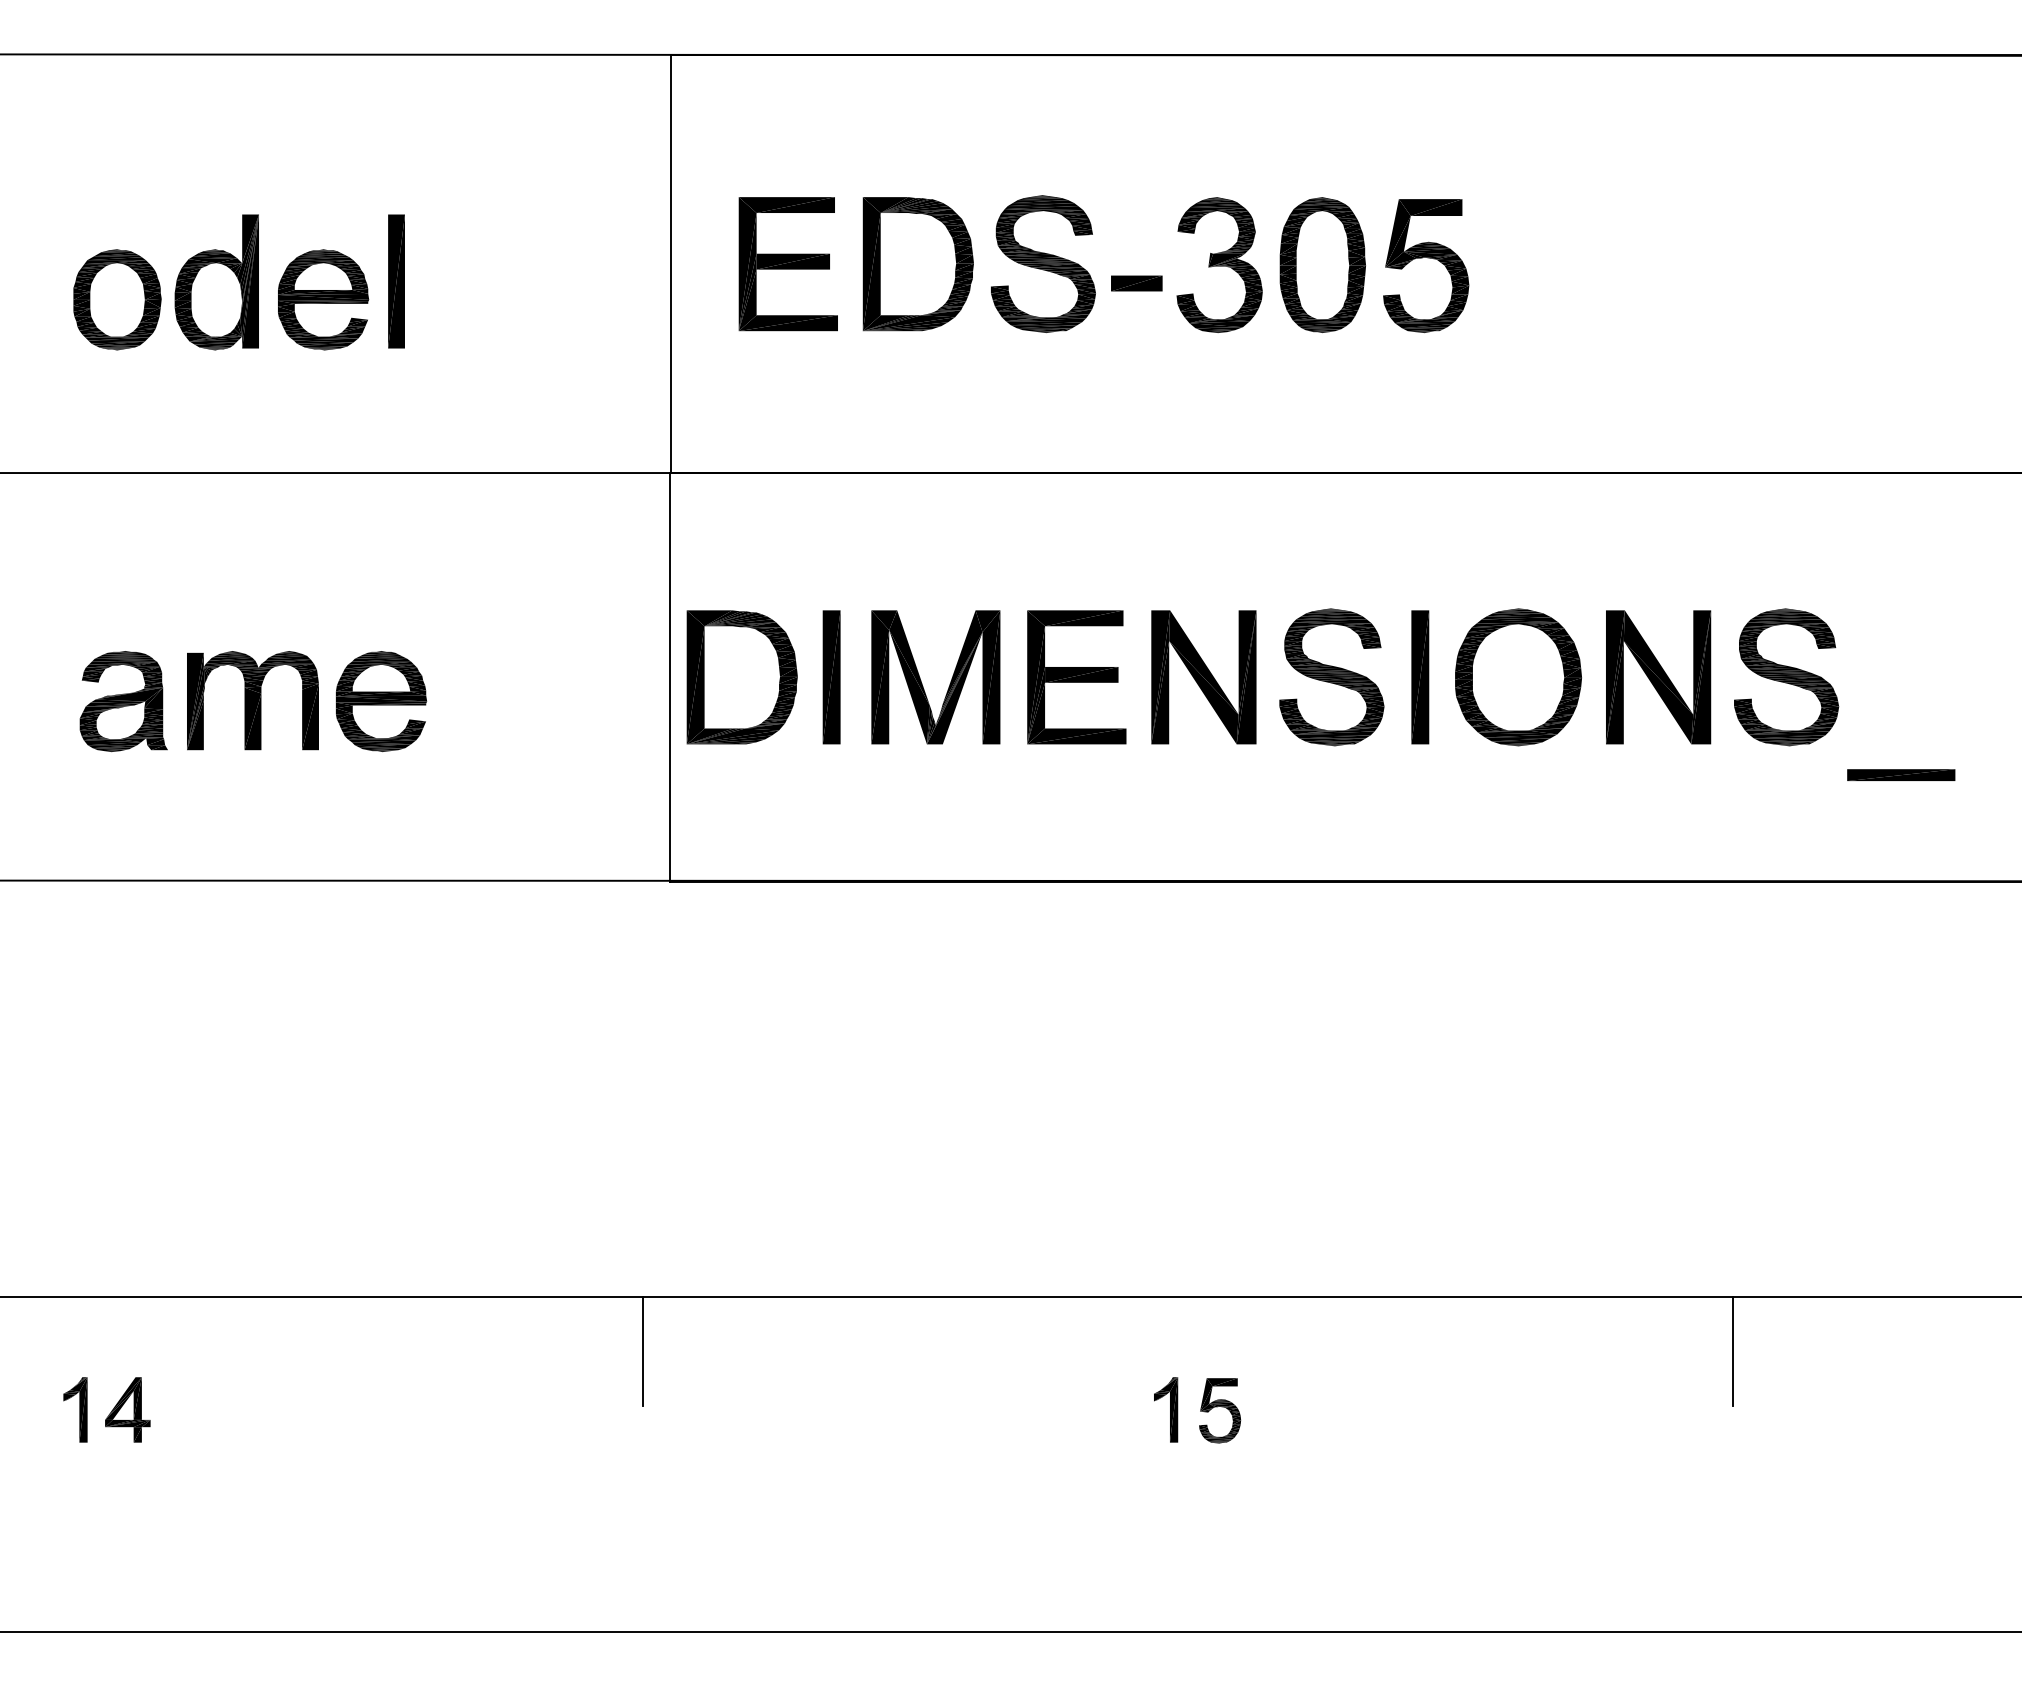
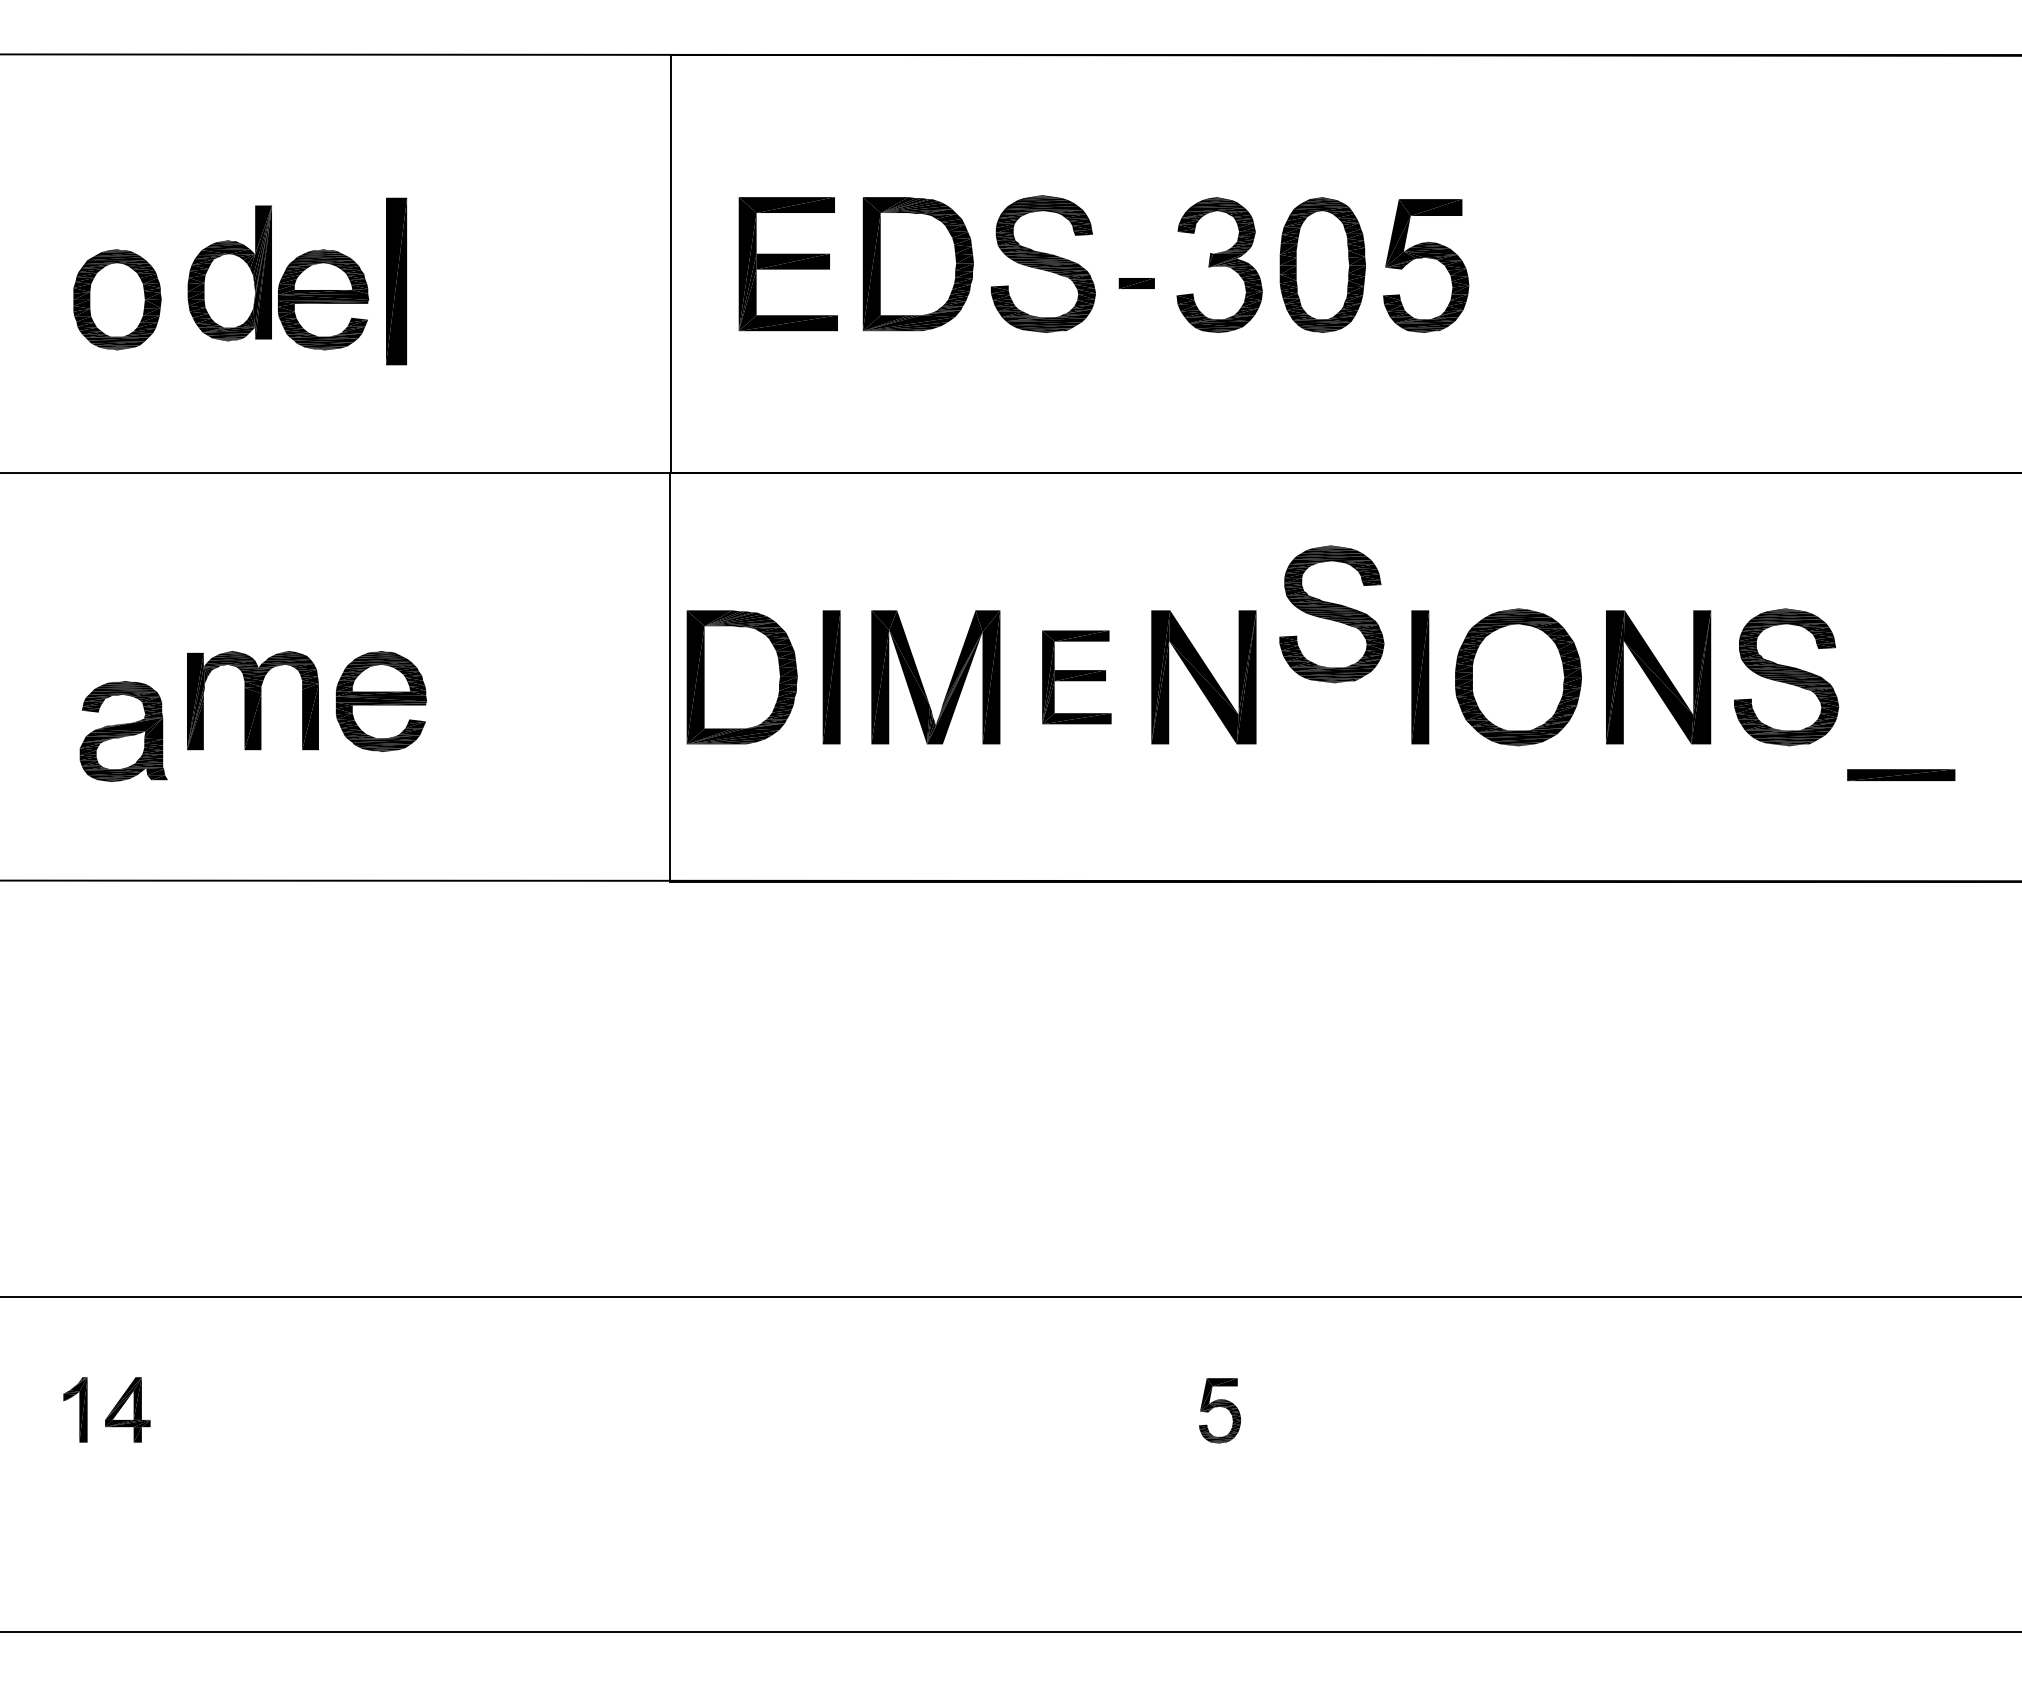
part at (396, 281) size: 17x135 px -> 22x169 px
part at (216, 282) position: (216, 282) -> (229, 273)
part at (1136, 283) size: 52x17 px -> 37x11 px
part at (1076, 677) size: 100x135 px -> 70x95 px
part at (1331, 677) position: (1331, 677) -> (1331, 614)
part at (123, 701) position: (123, 701) -> (123, 731)
line at (642, 1350): present -> none
line at (1733, 1350): present -> none
part at (1166, 1409): present -> none
